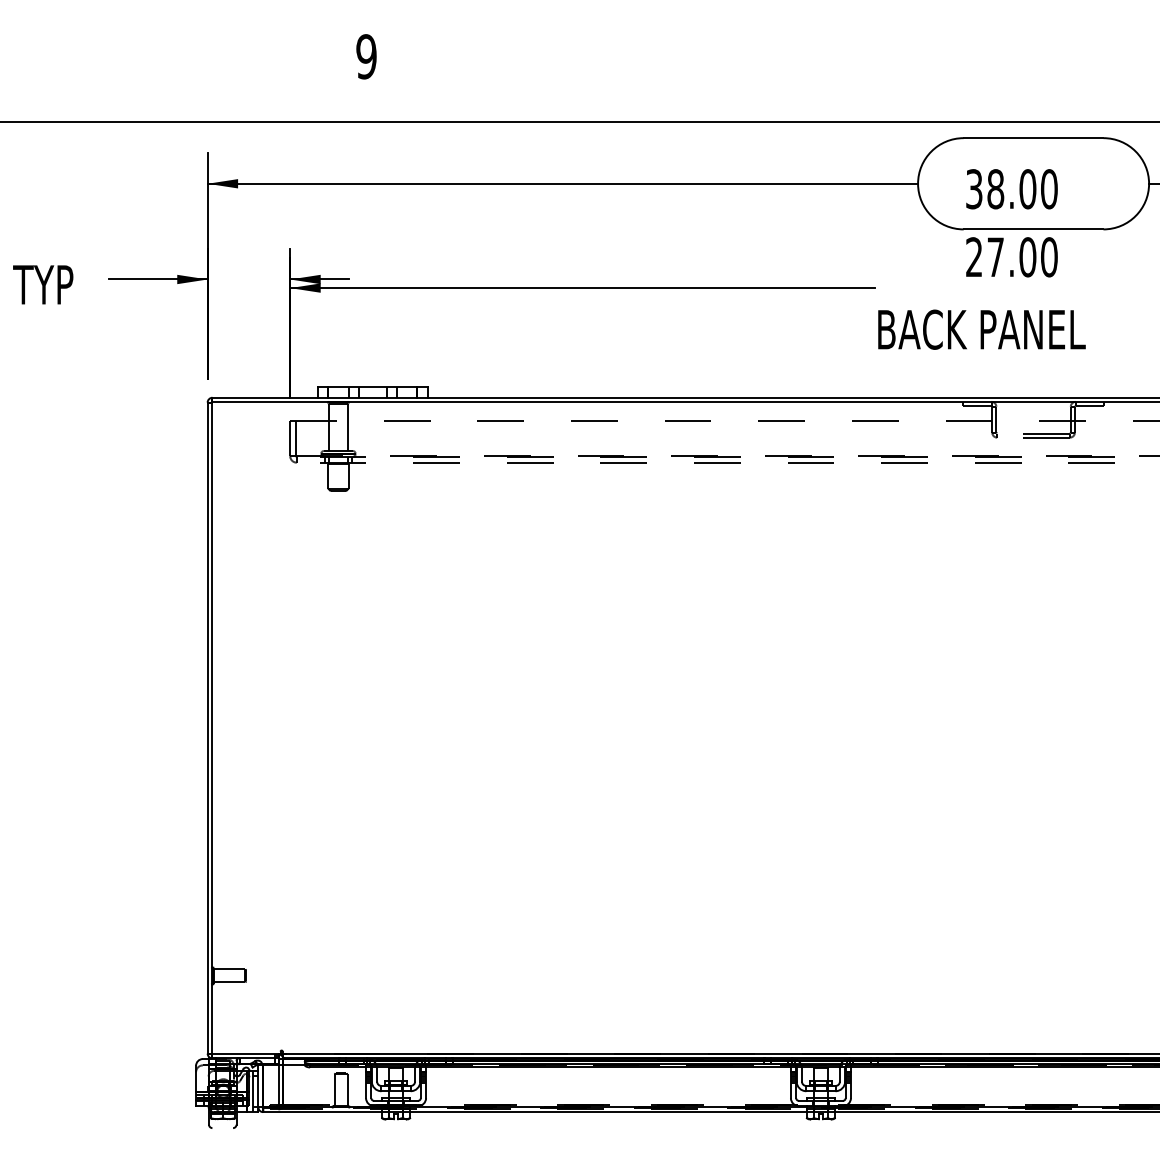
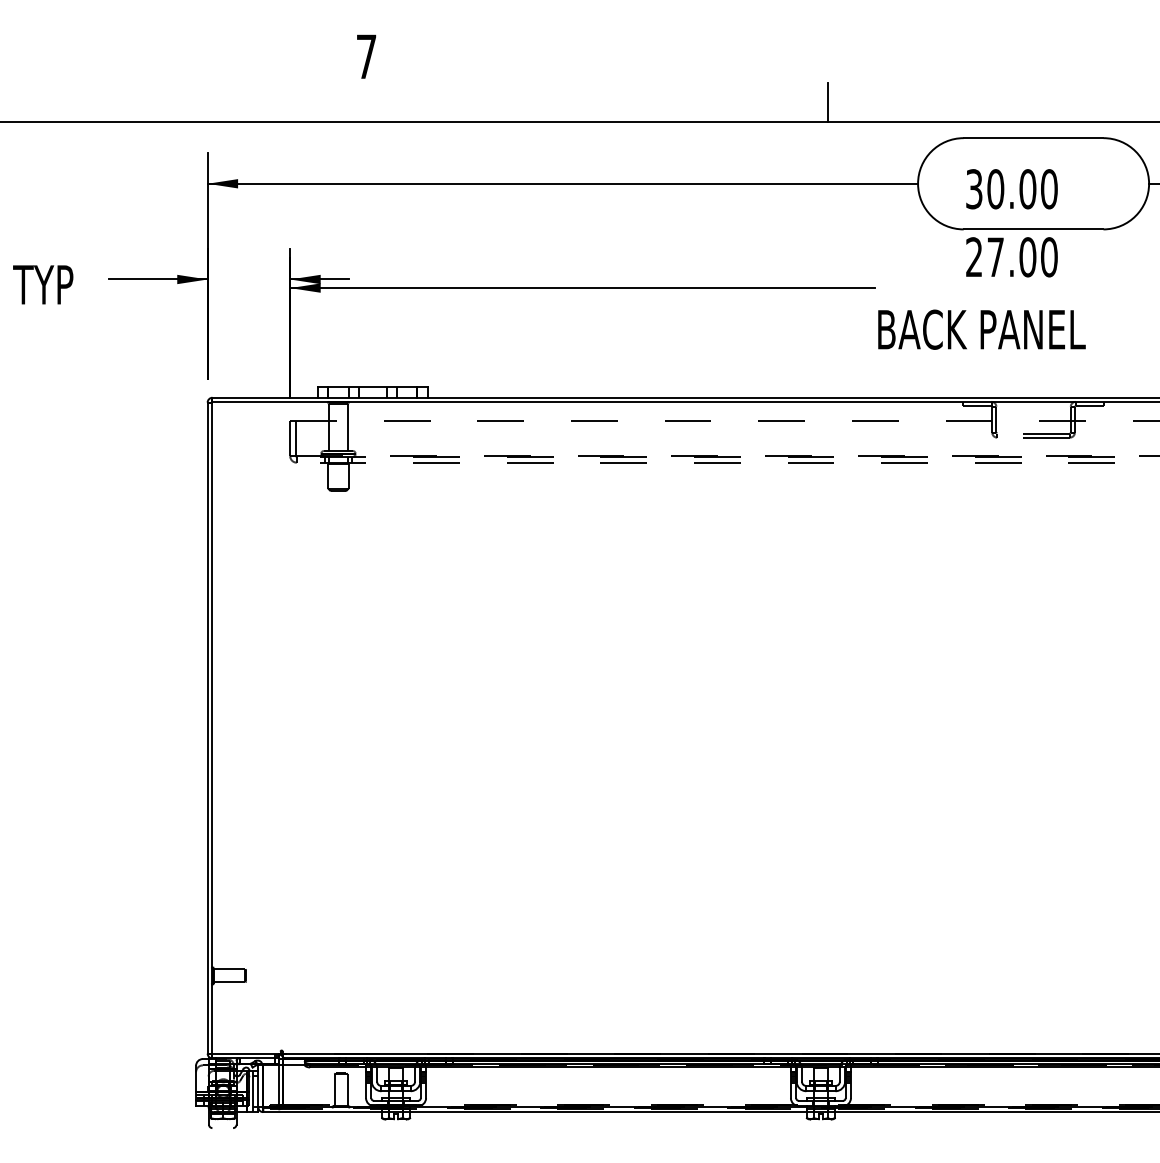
text at (366, 56): 9 -> 7
line at (827, 102): none -> present
text at (995, 189): 38.00 -> 30.00
